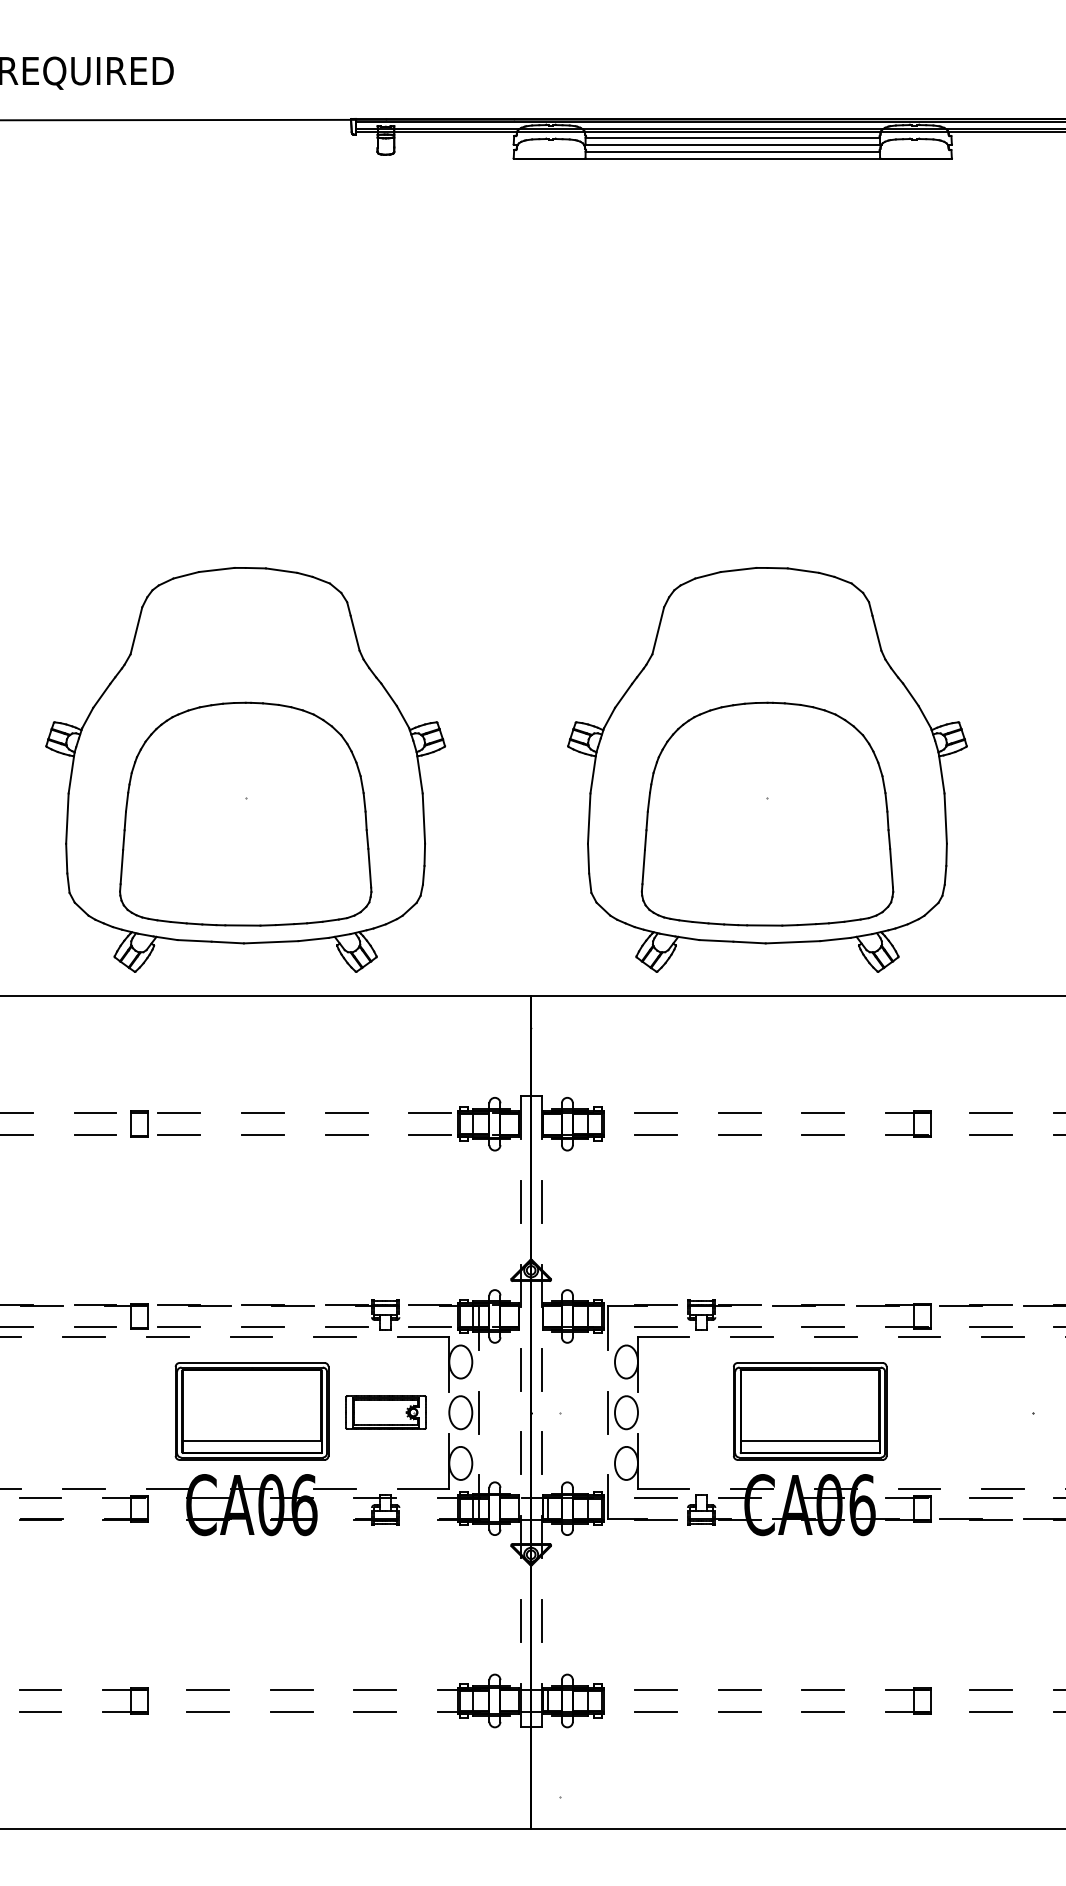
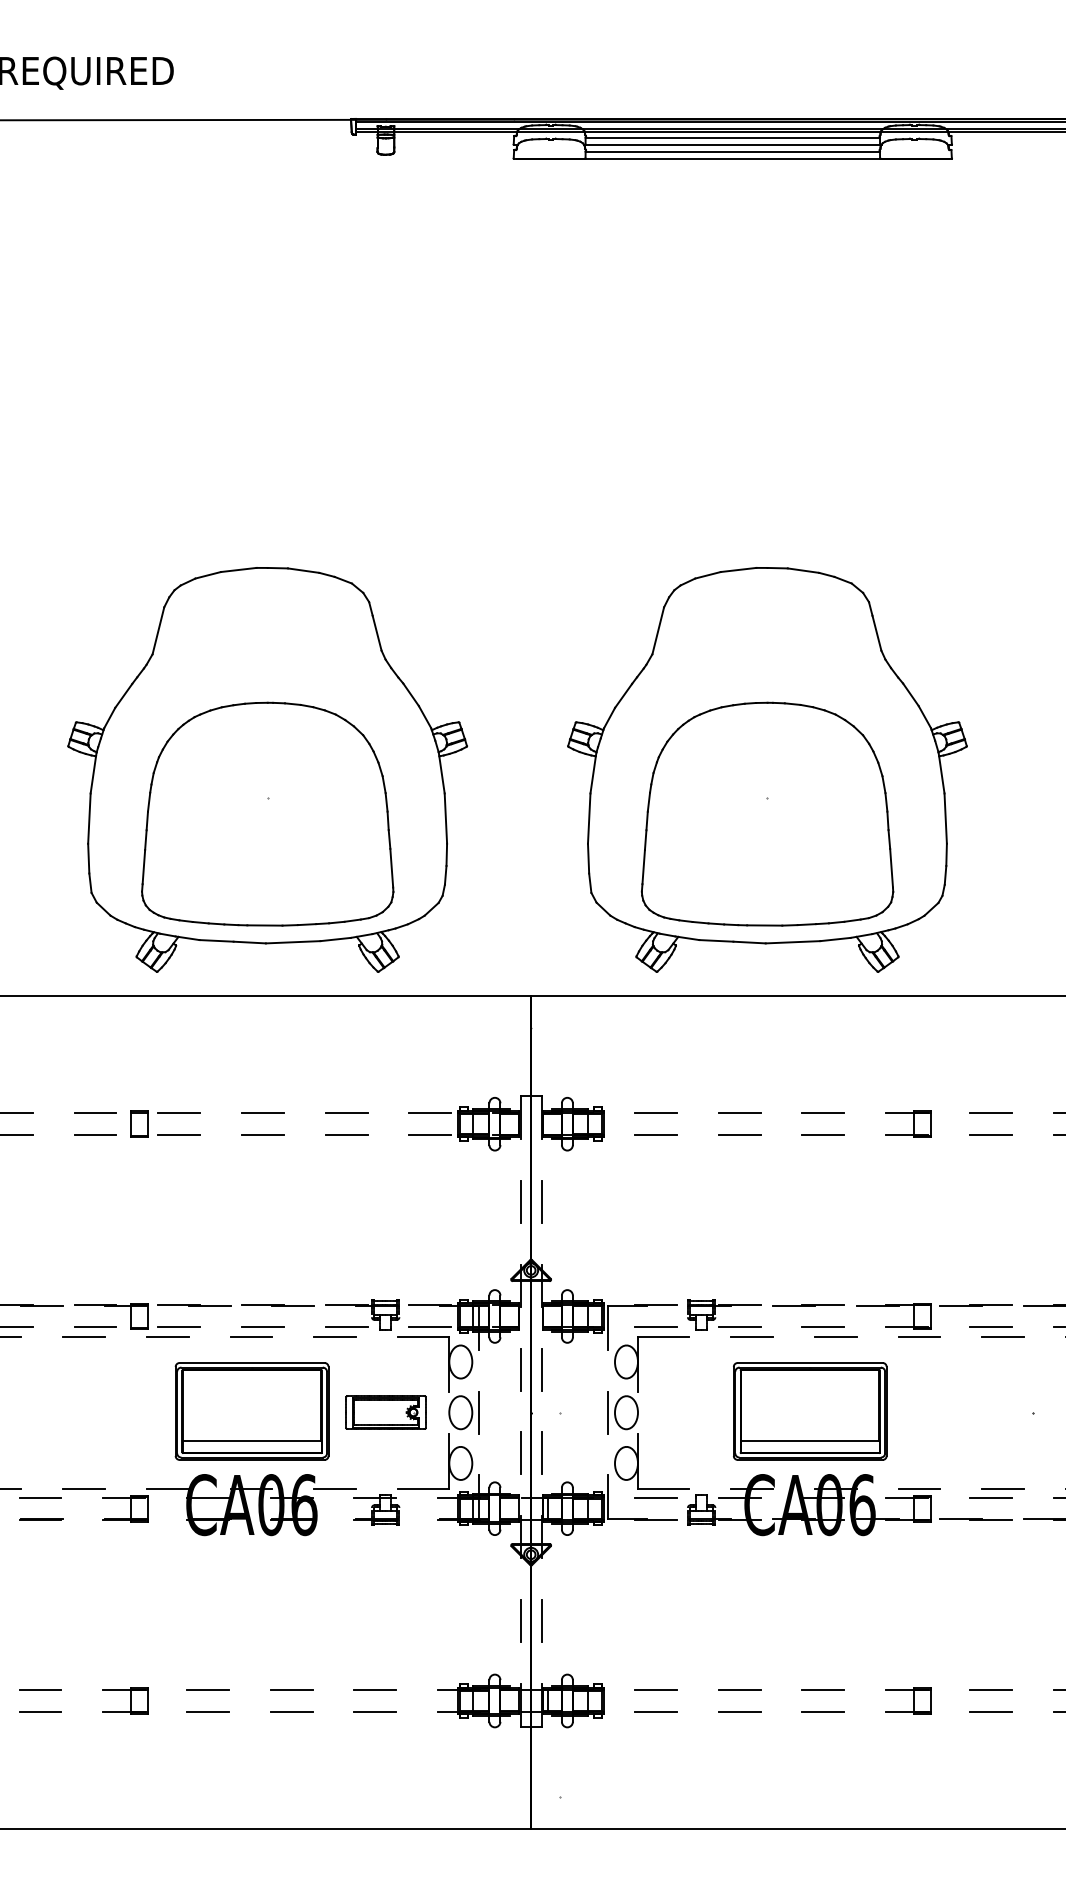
part at (245, 769) position: (245, 769) -> (267, 769)
